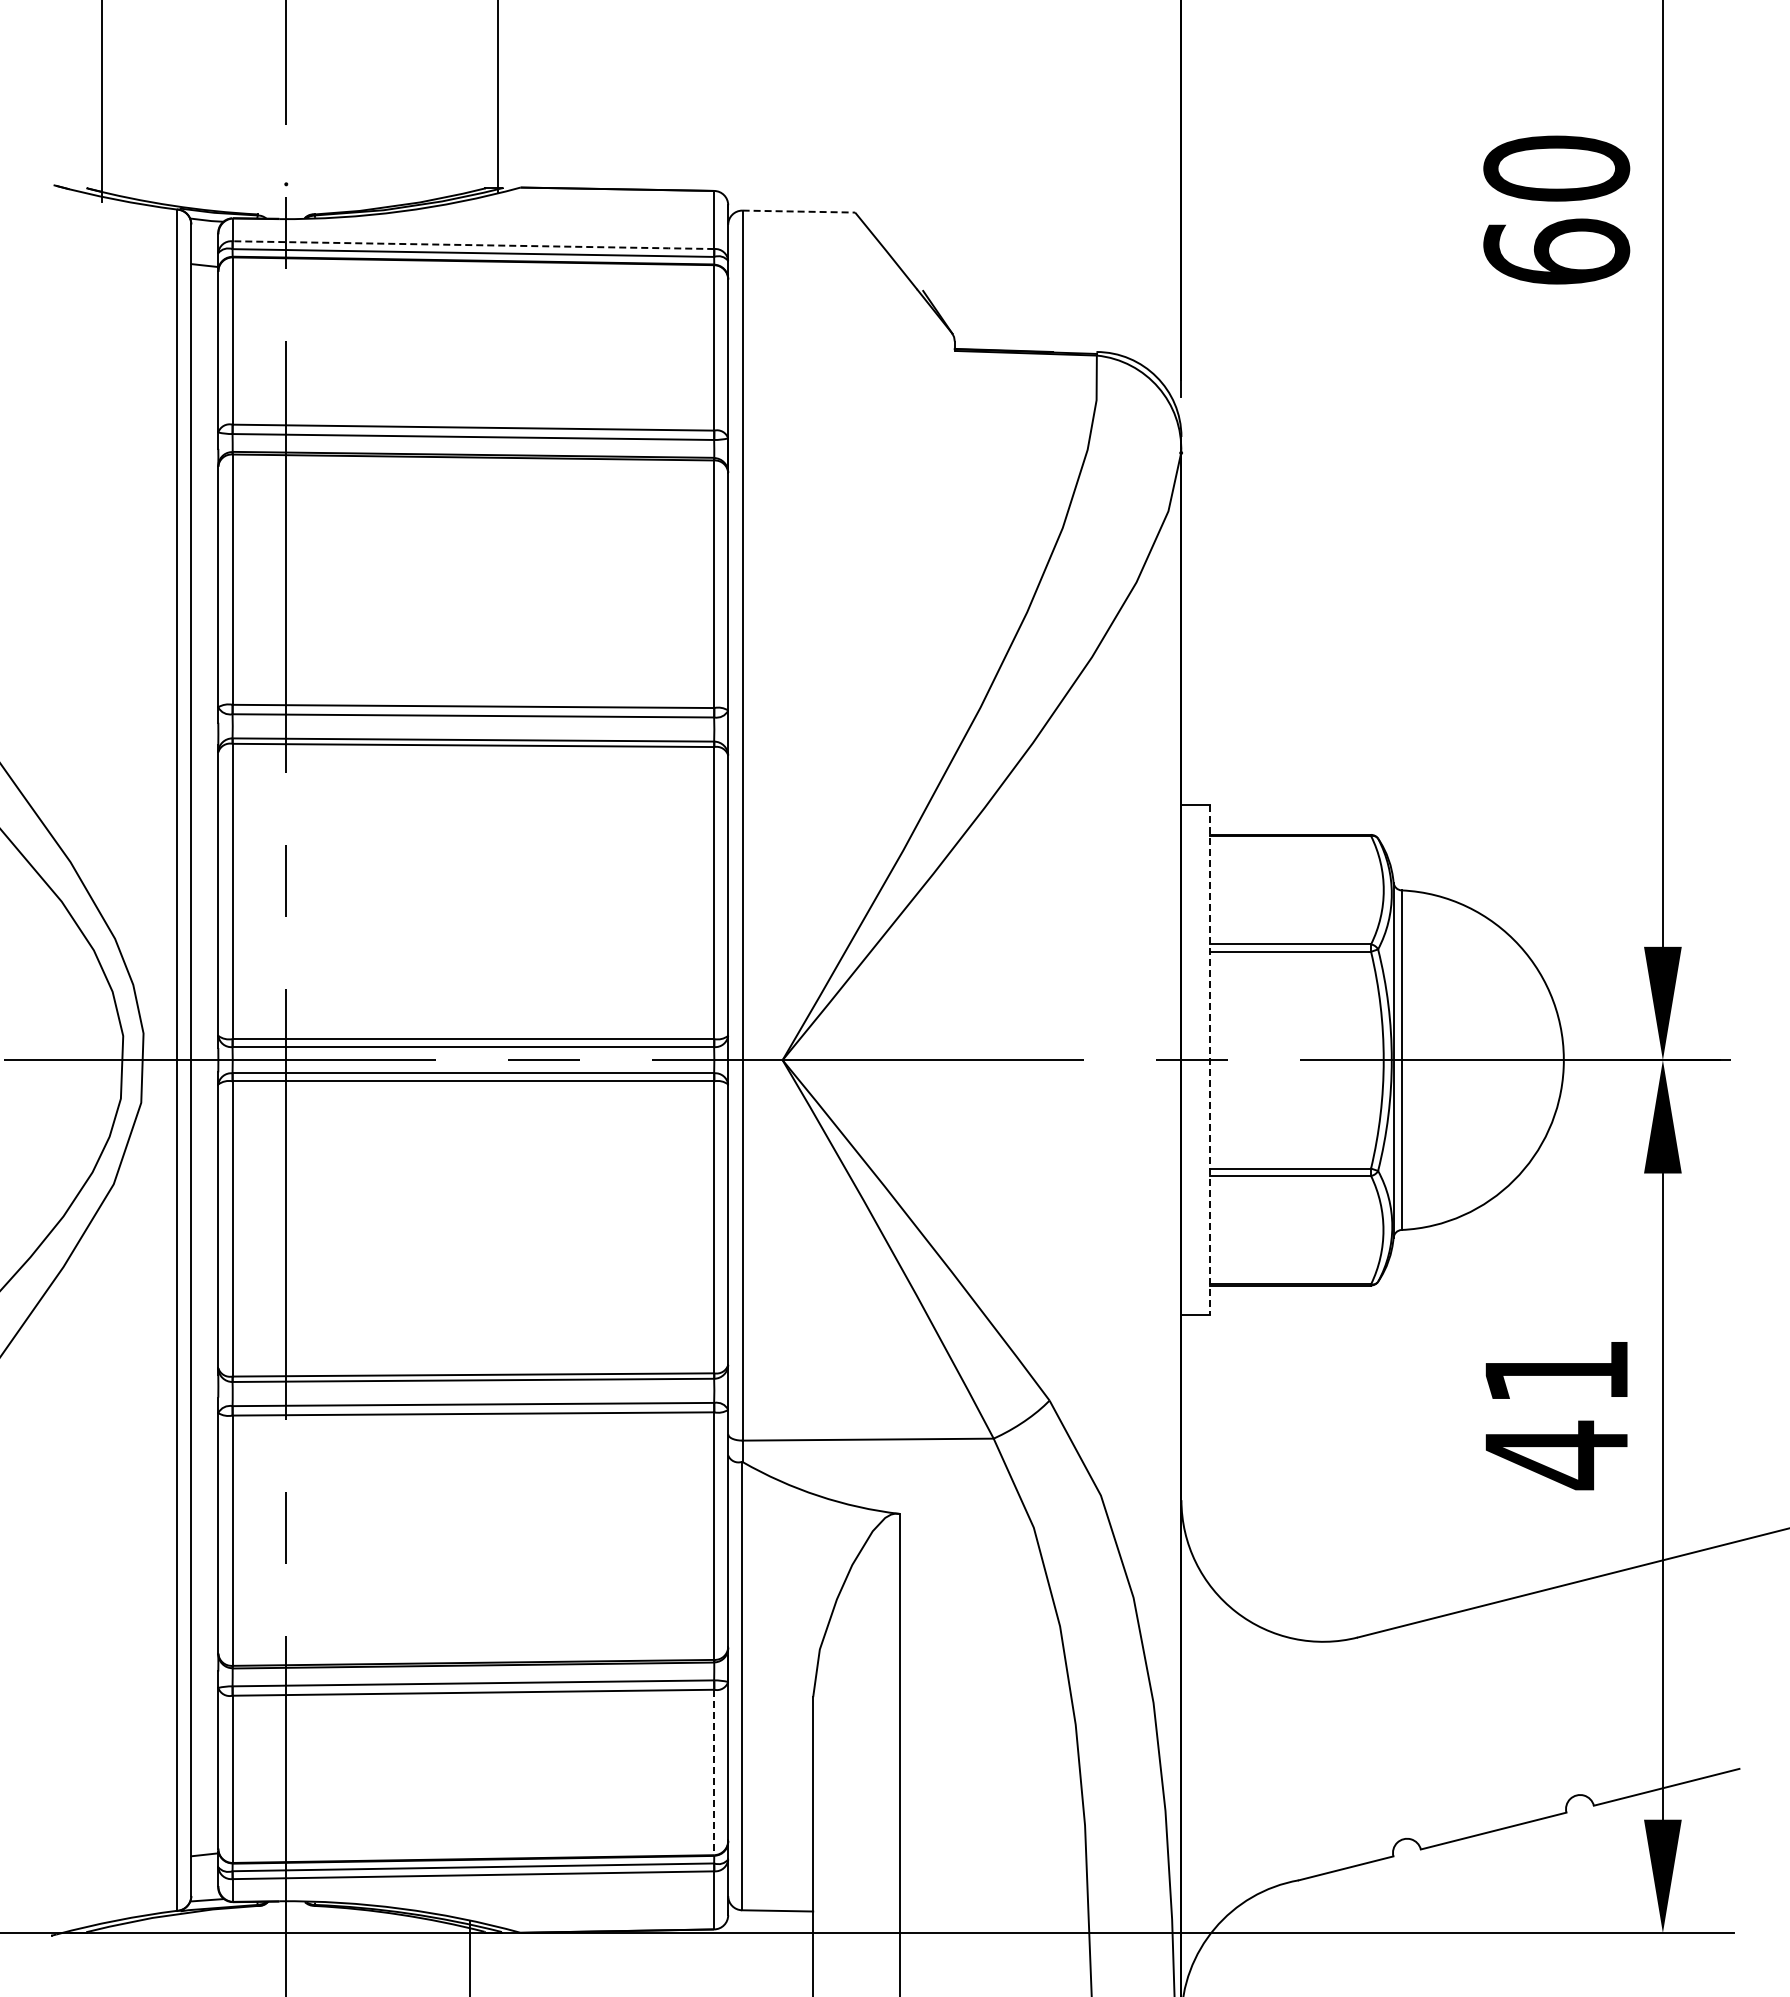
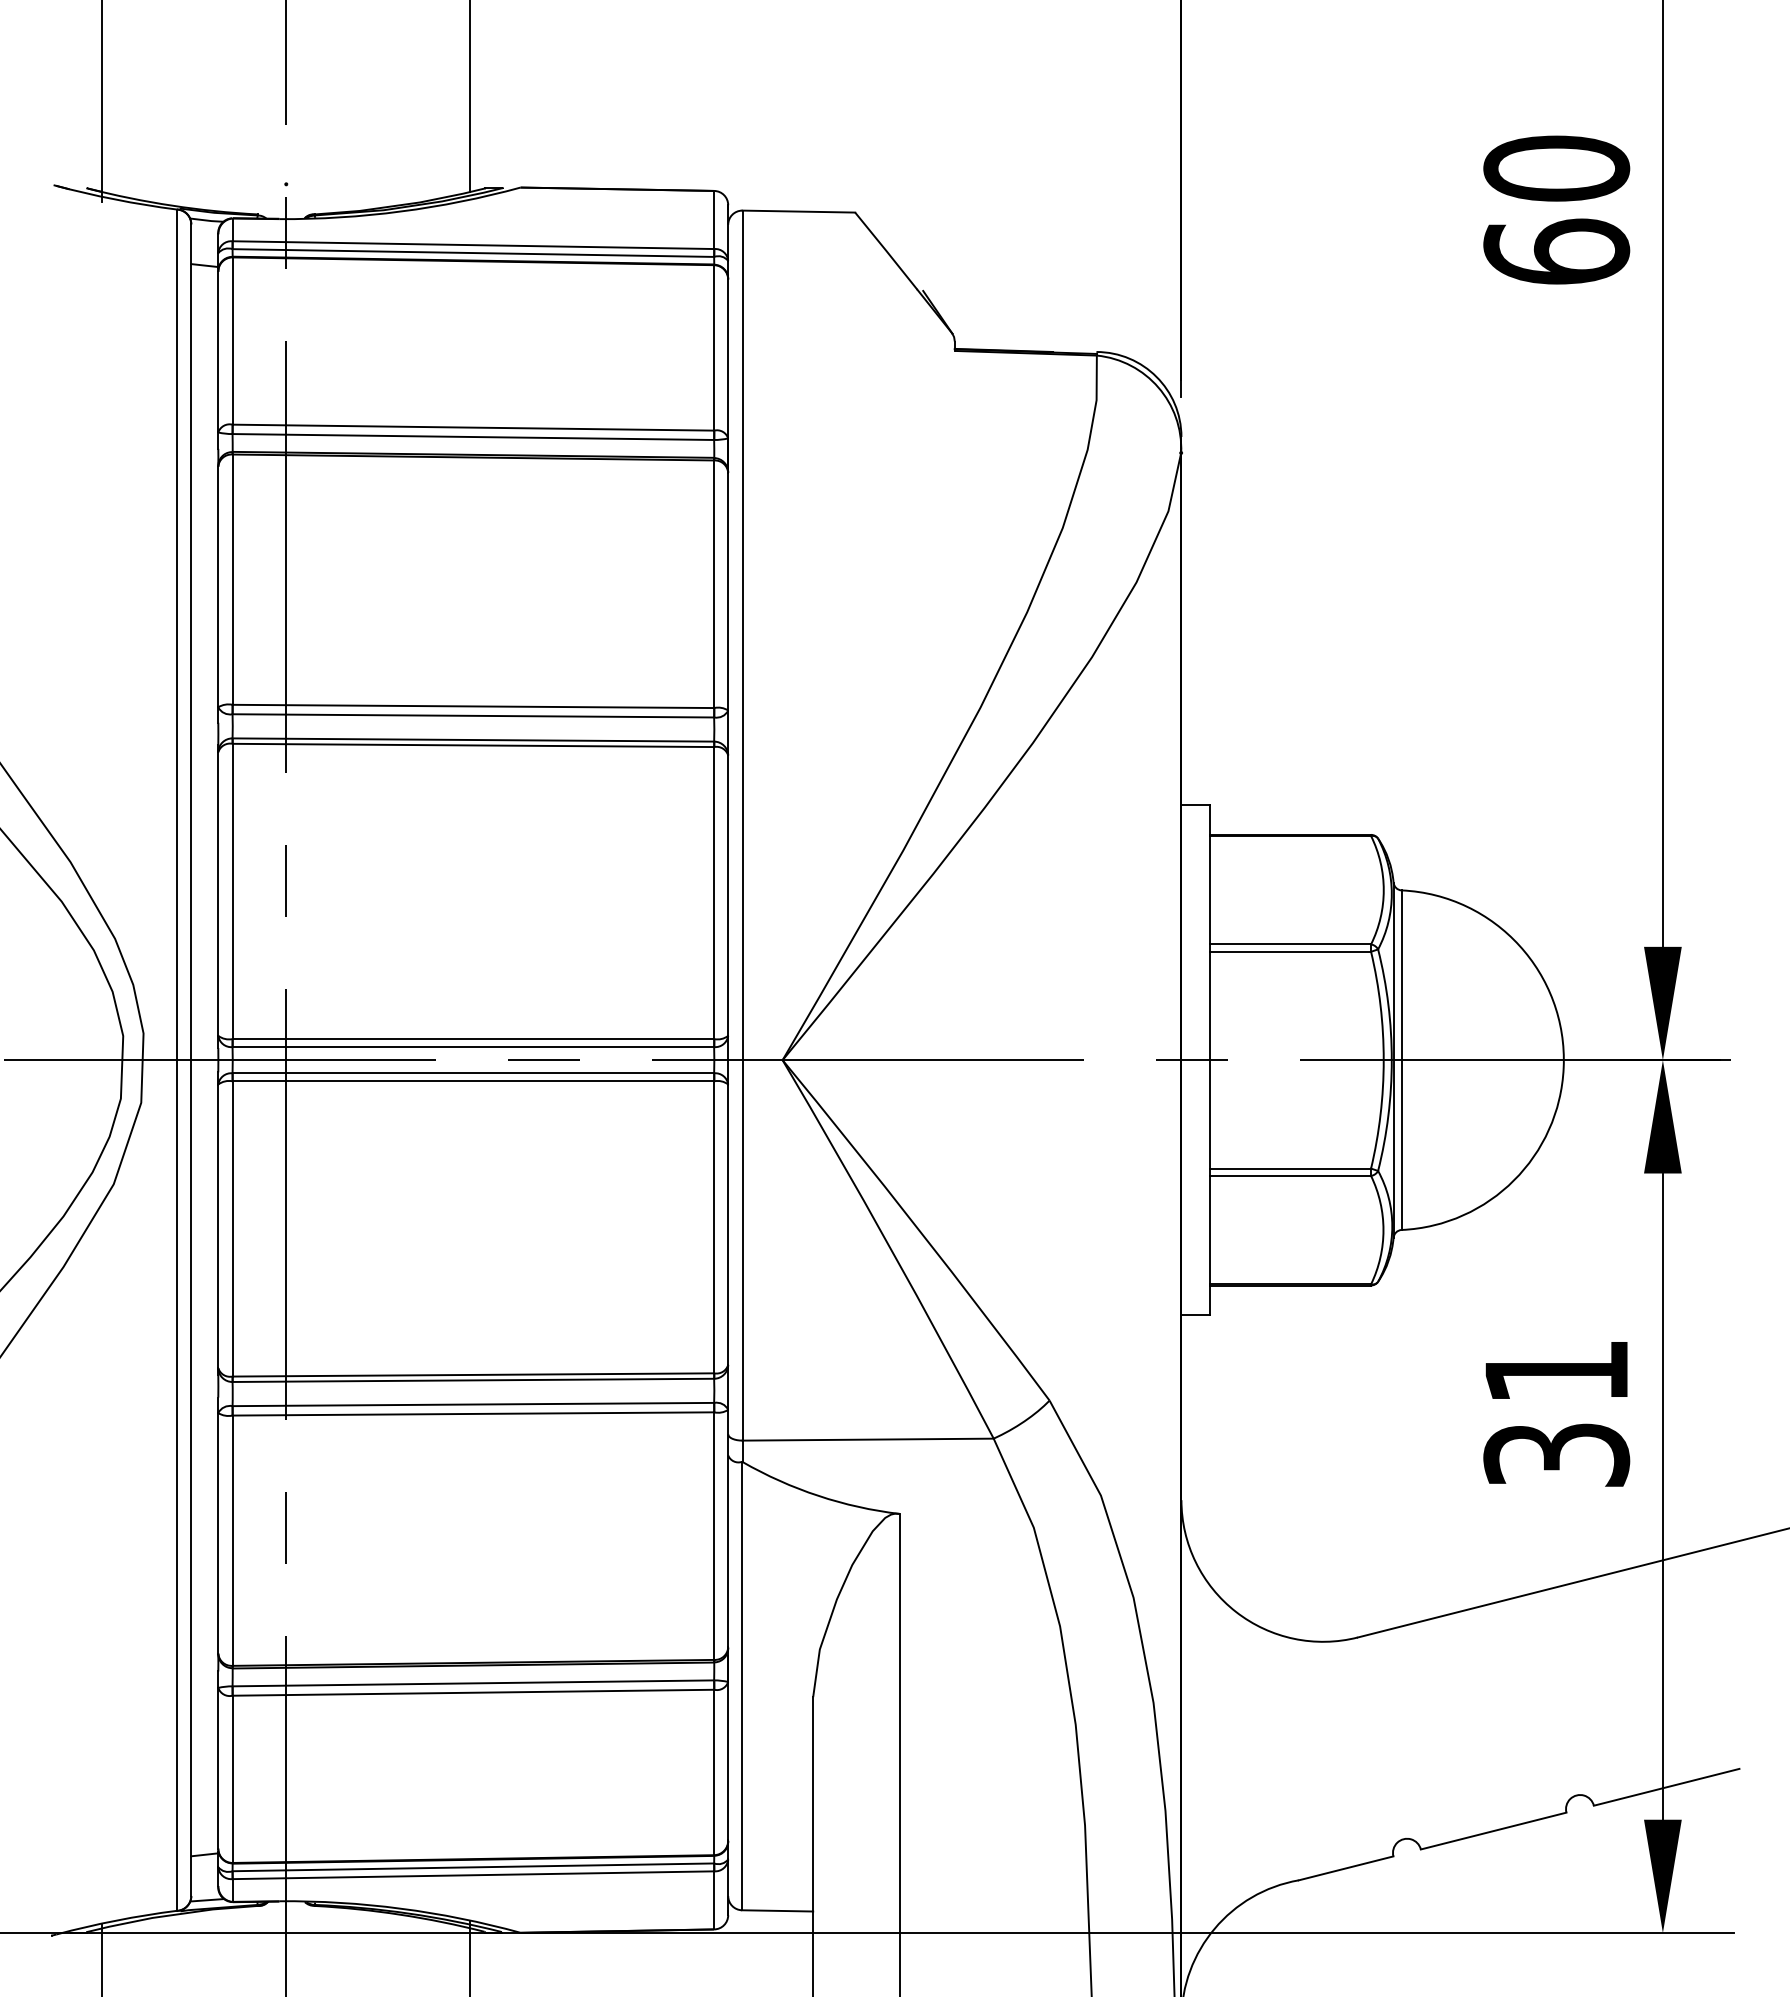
line at (498, 96) position: (498, 96) -> (470, 96)
line at (799, 211): dashed -> solid
line at (474, 245): dashed -> solid
line at (1209, 1060): dashed -> solid
text at (1556, 1455): 41 -> 31
line at (714, 1772): dashed -> solid
line at (102, 1958): none -> present
